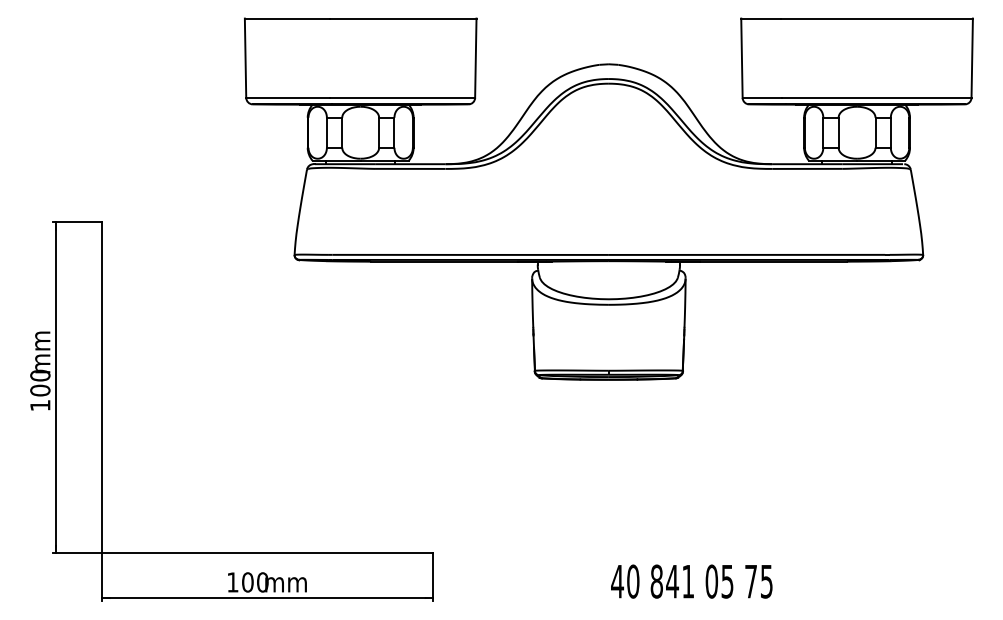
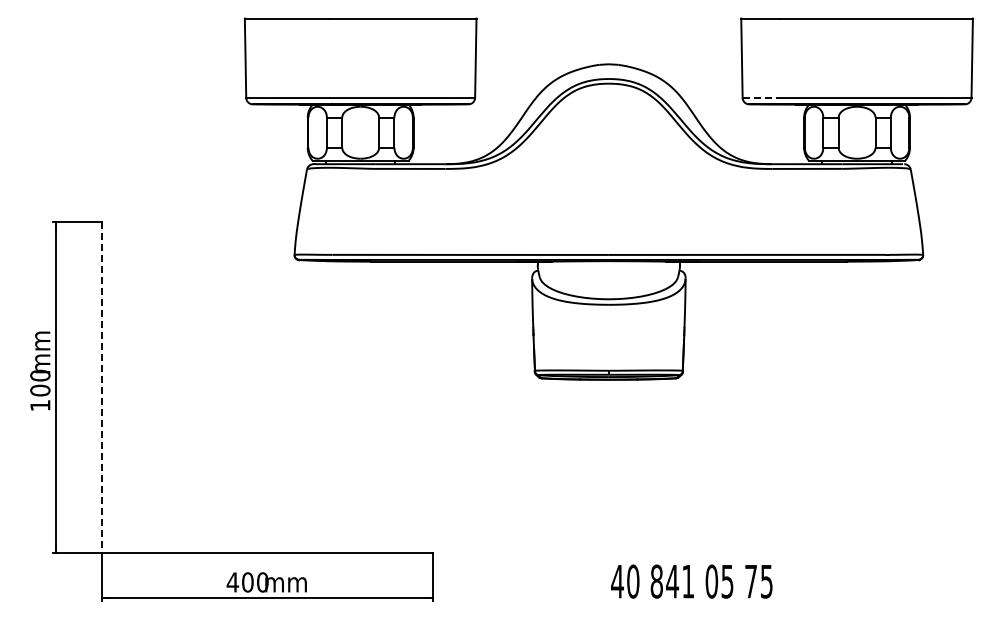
line at (762, 97): solid -> dashed
line at (102, 388): solid -> dashed
text at (232, 582): 100 -> 400
